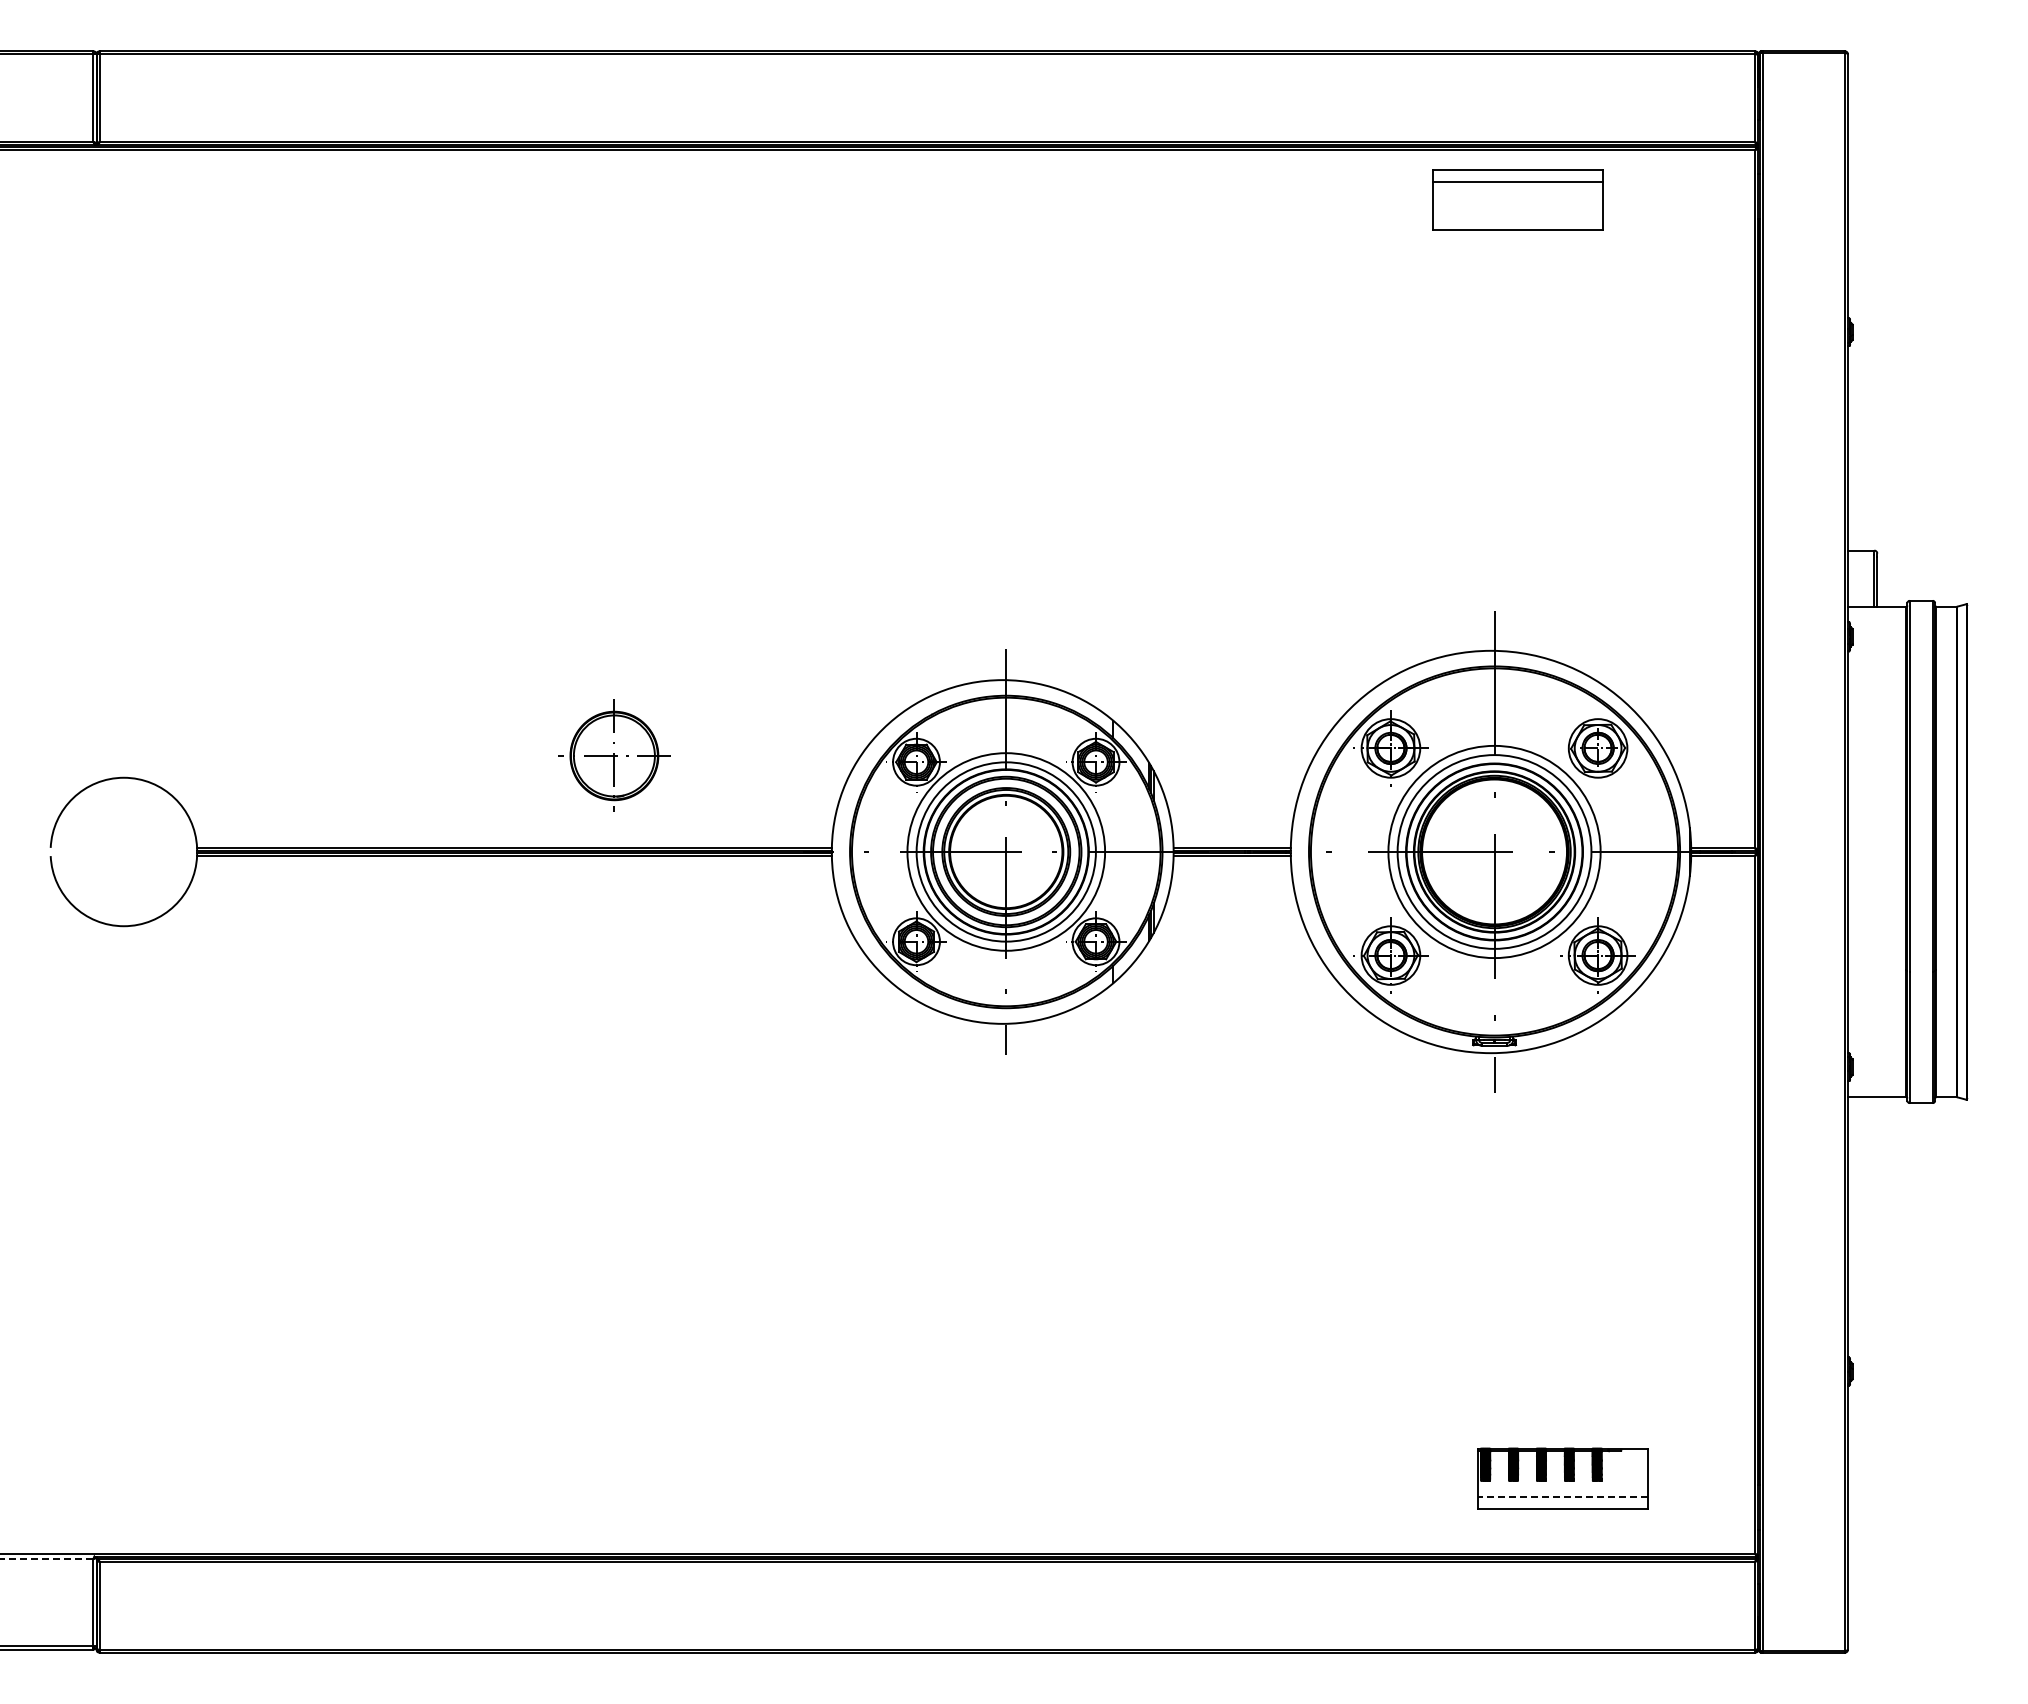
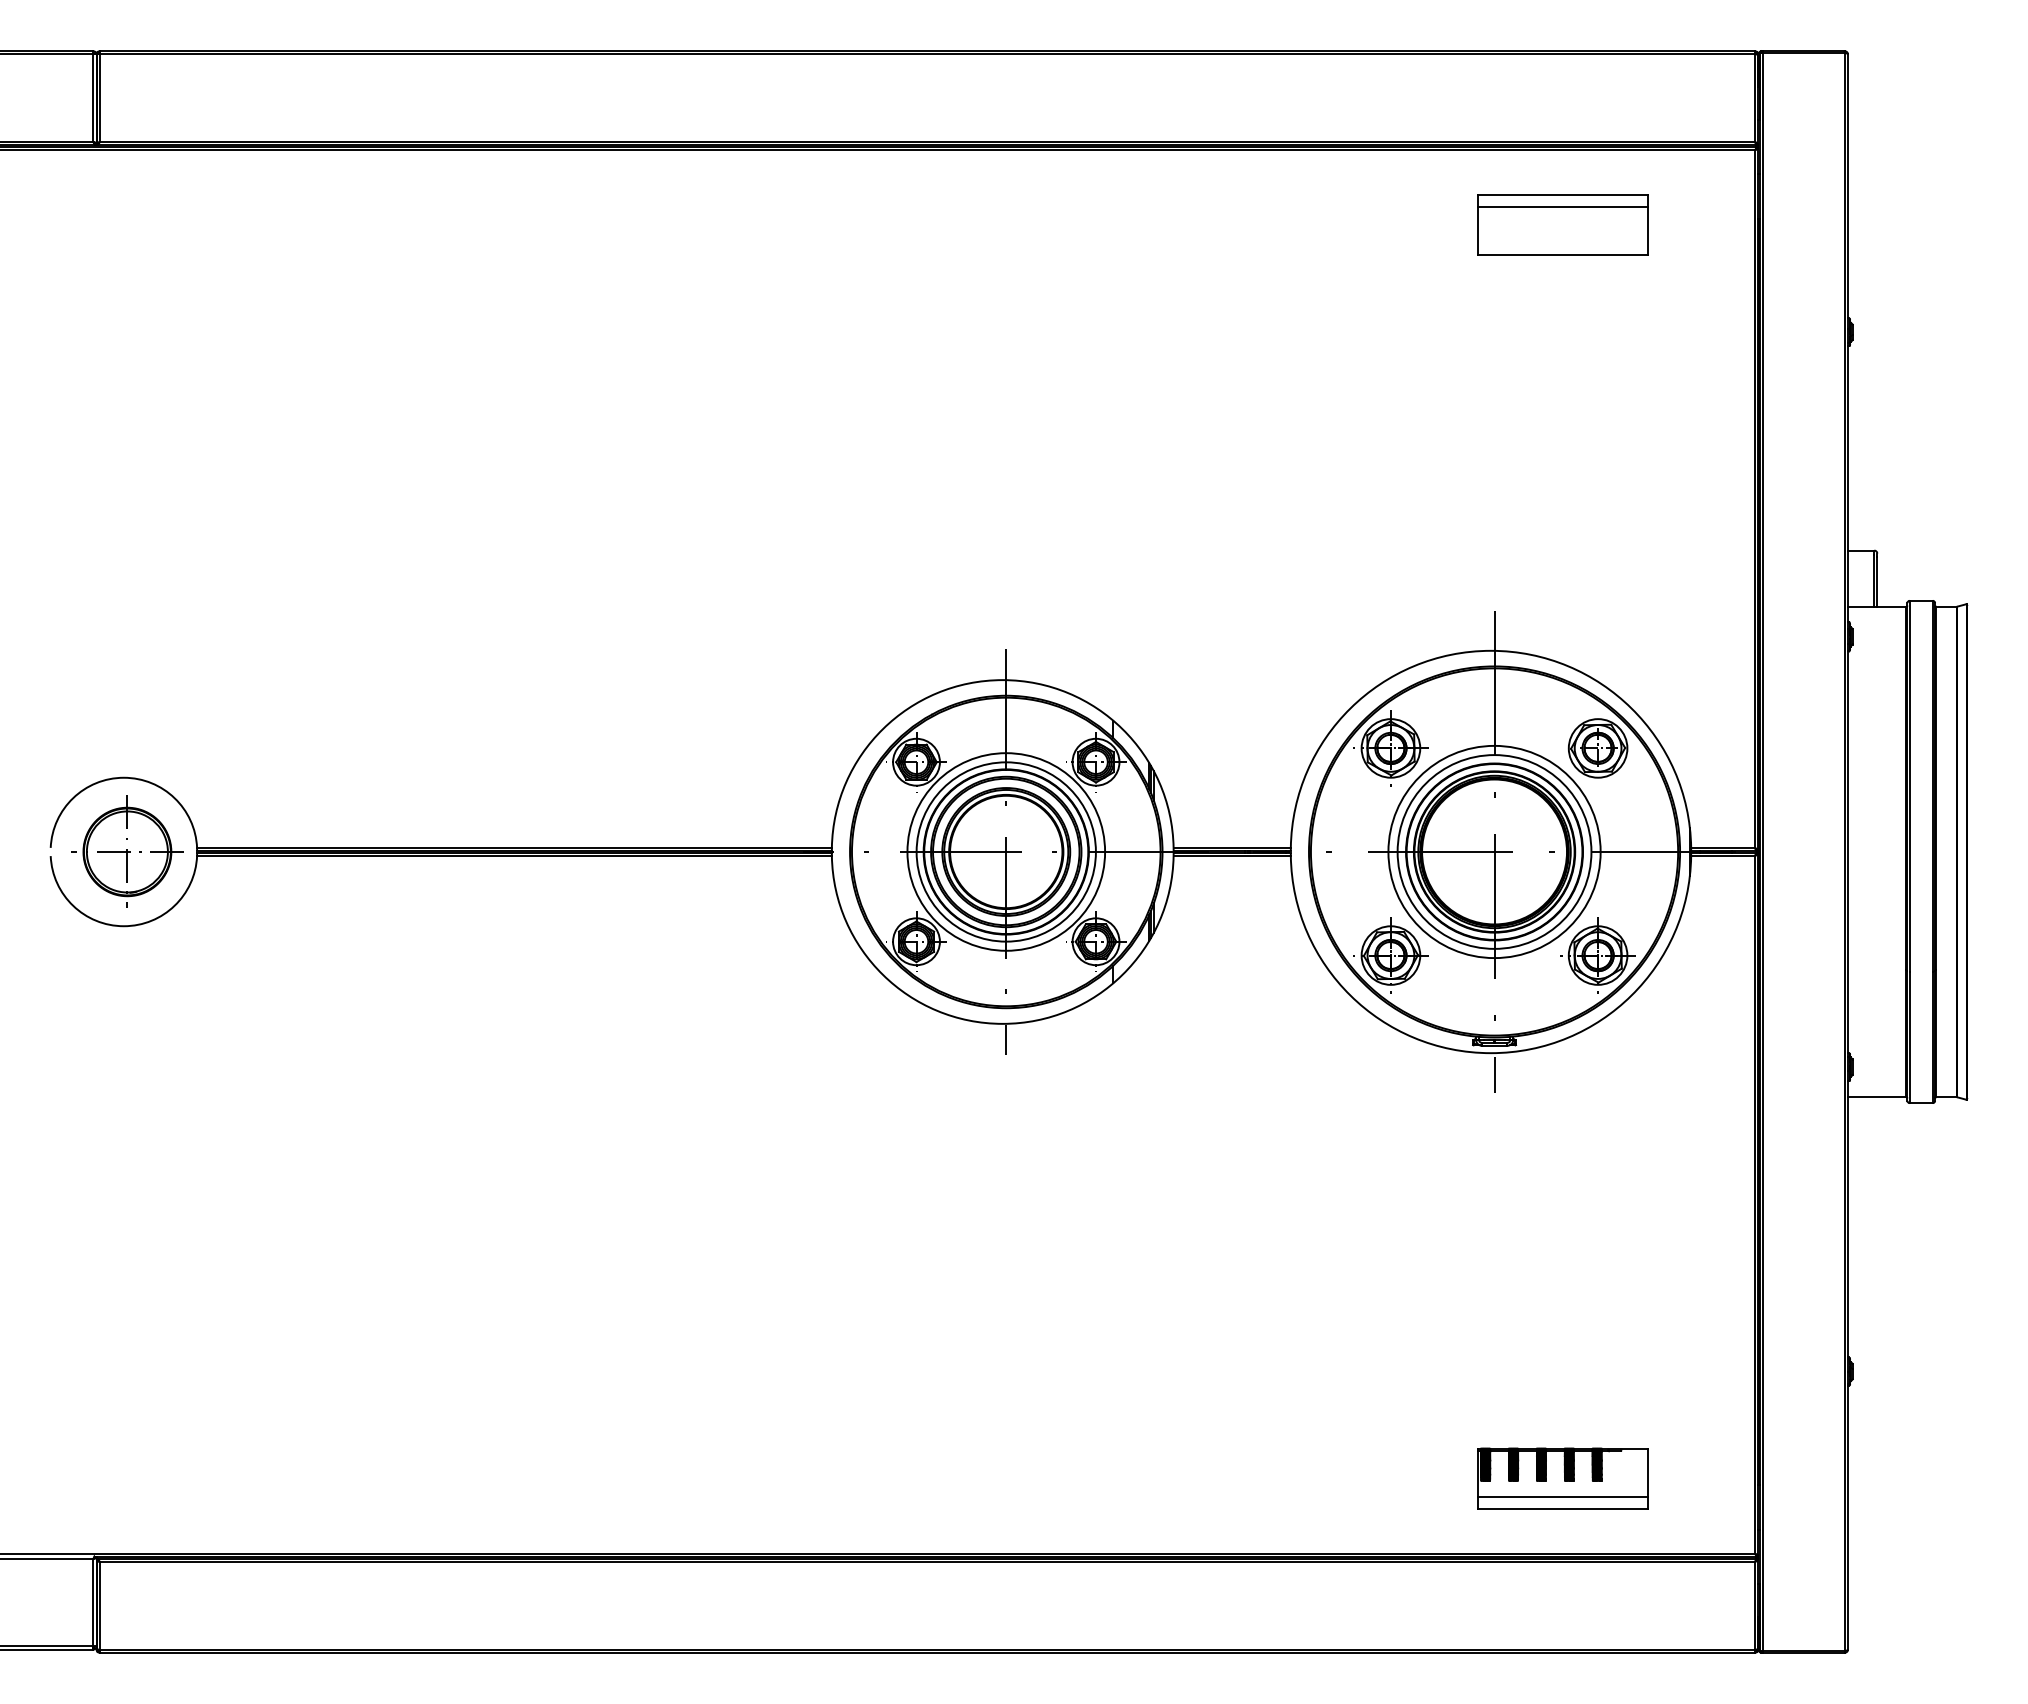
part at (1517, 199) position: (1517, 199) -> (1562, 224)
part at (614, 755) position: (614, 755) -> (127, 851)
line at (1562, 1497): dashed -> solid
line at (46, 1558): dashed -> solid
